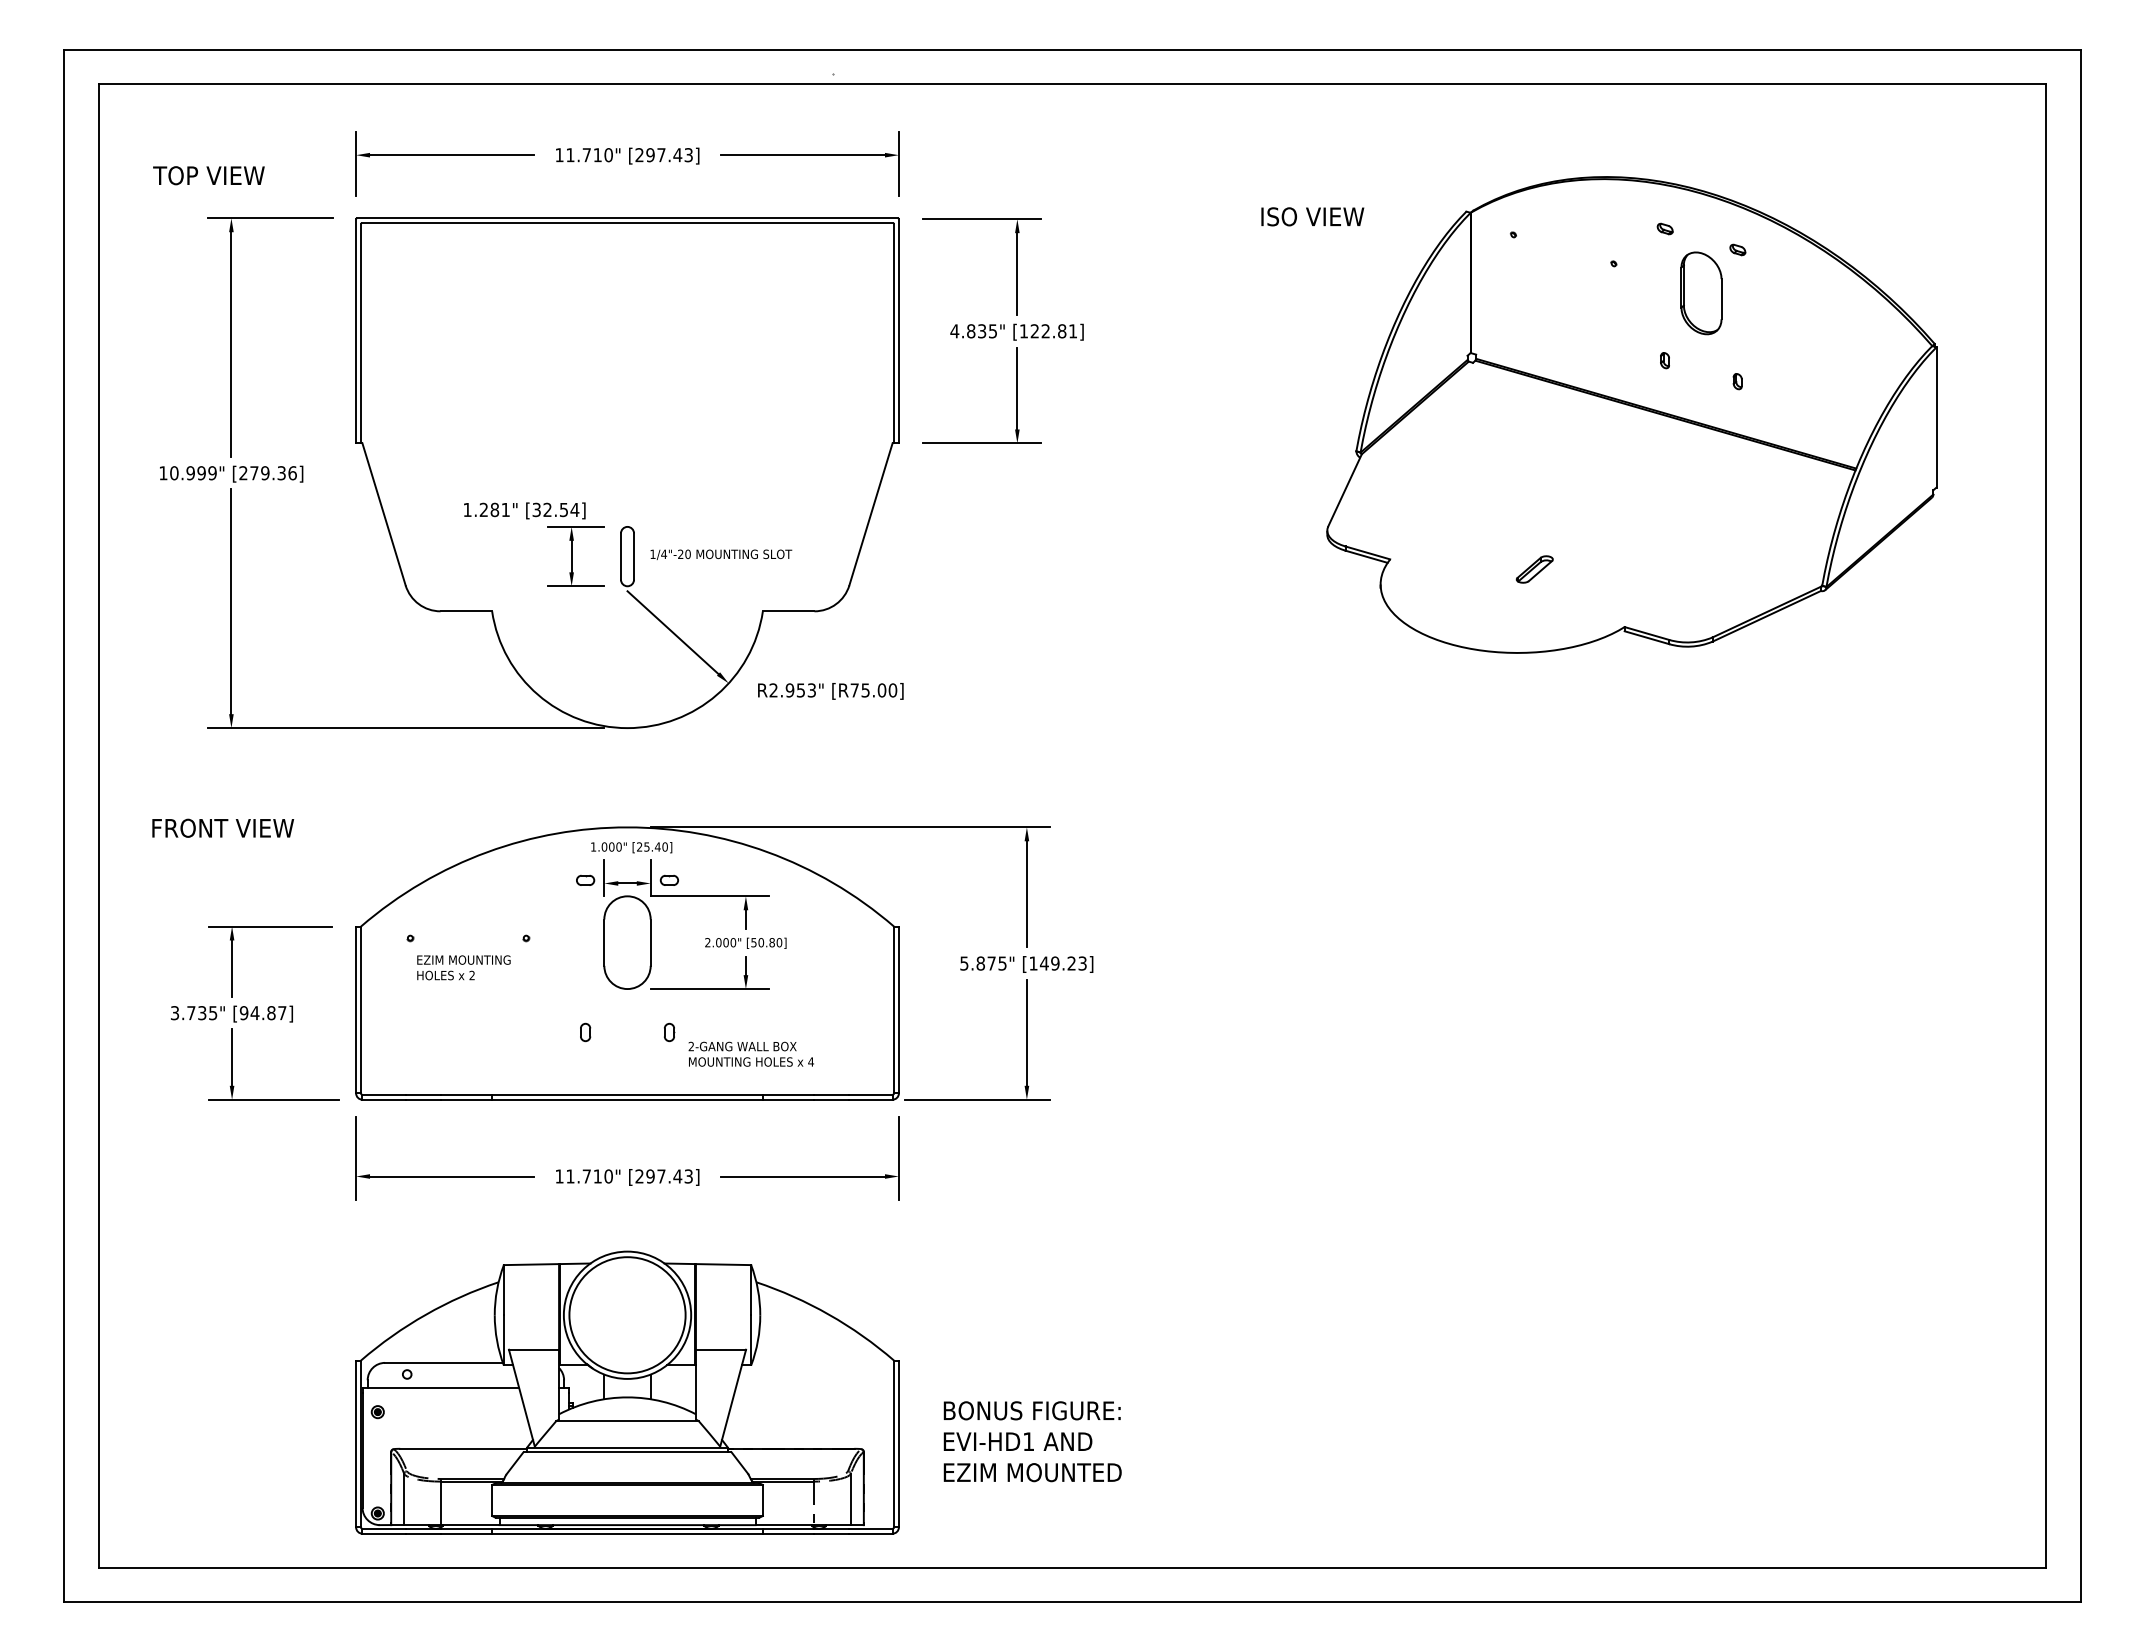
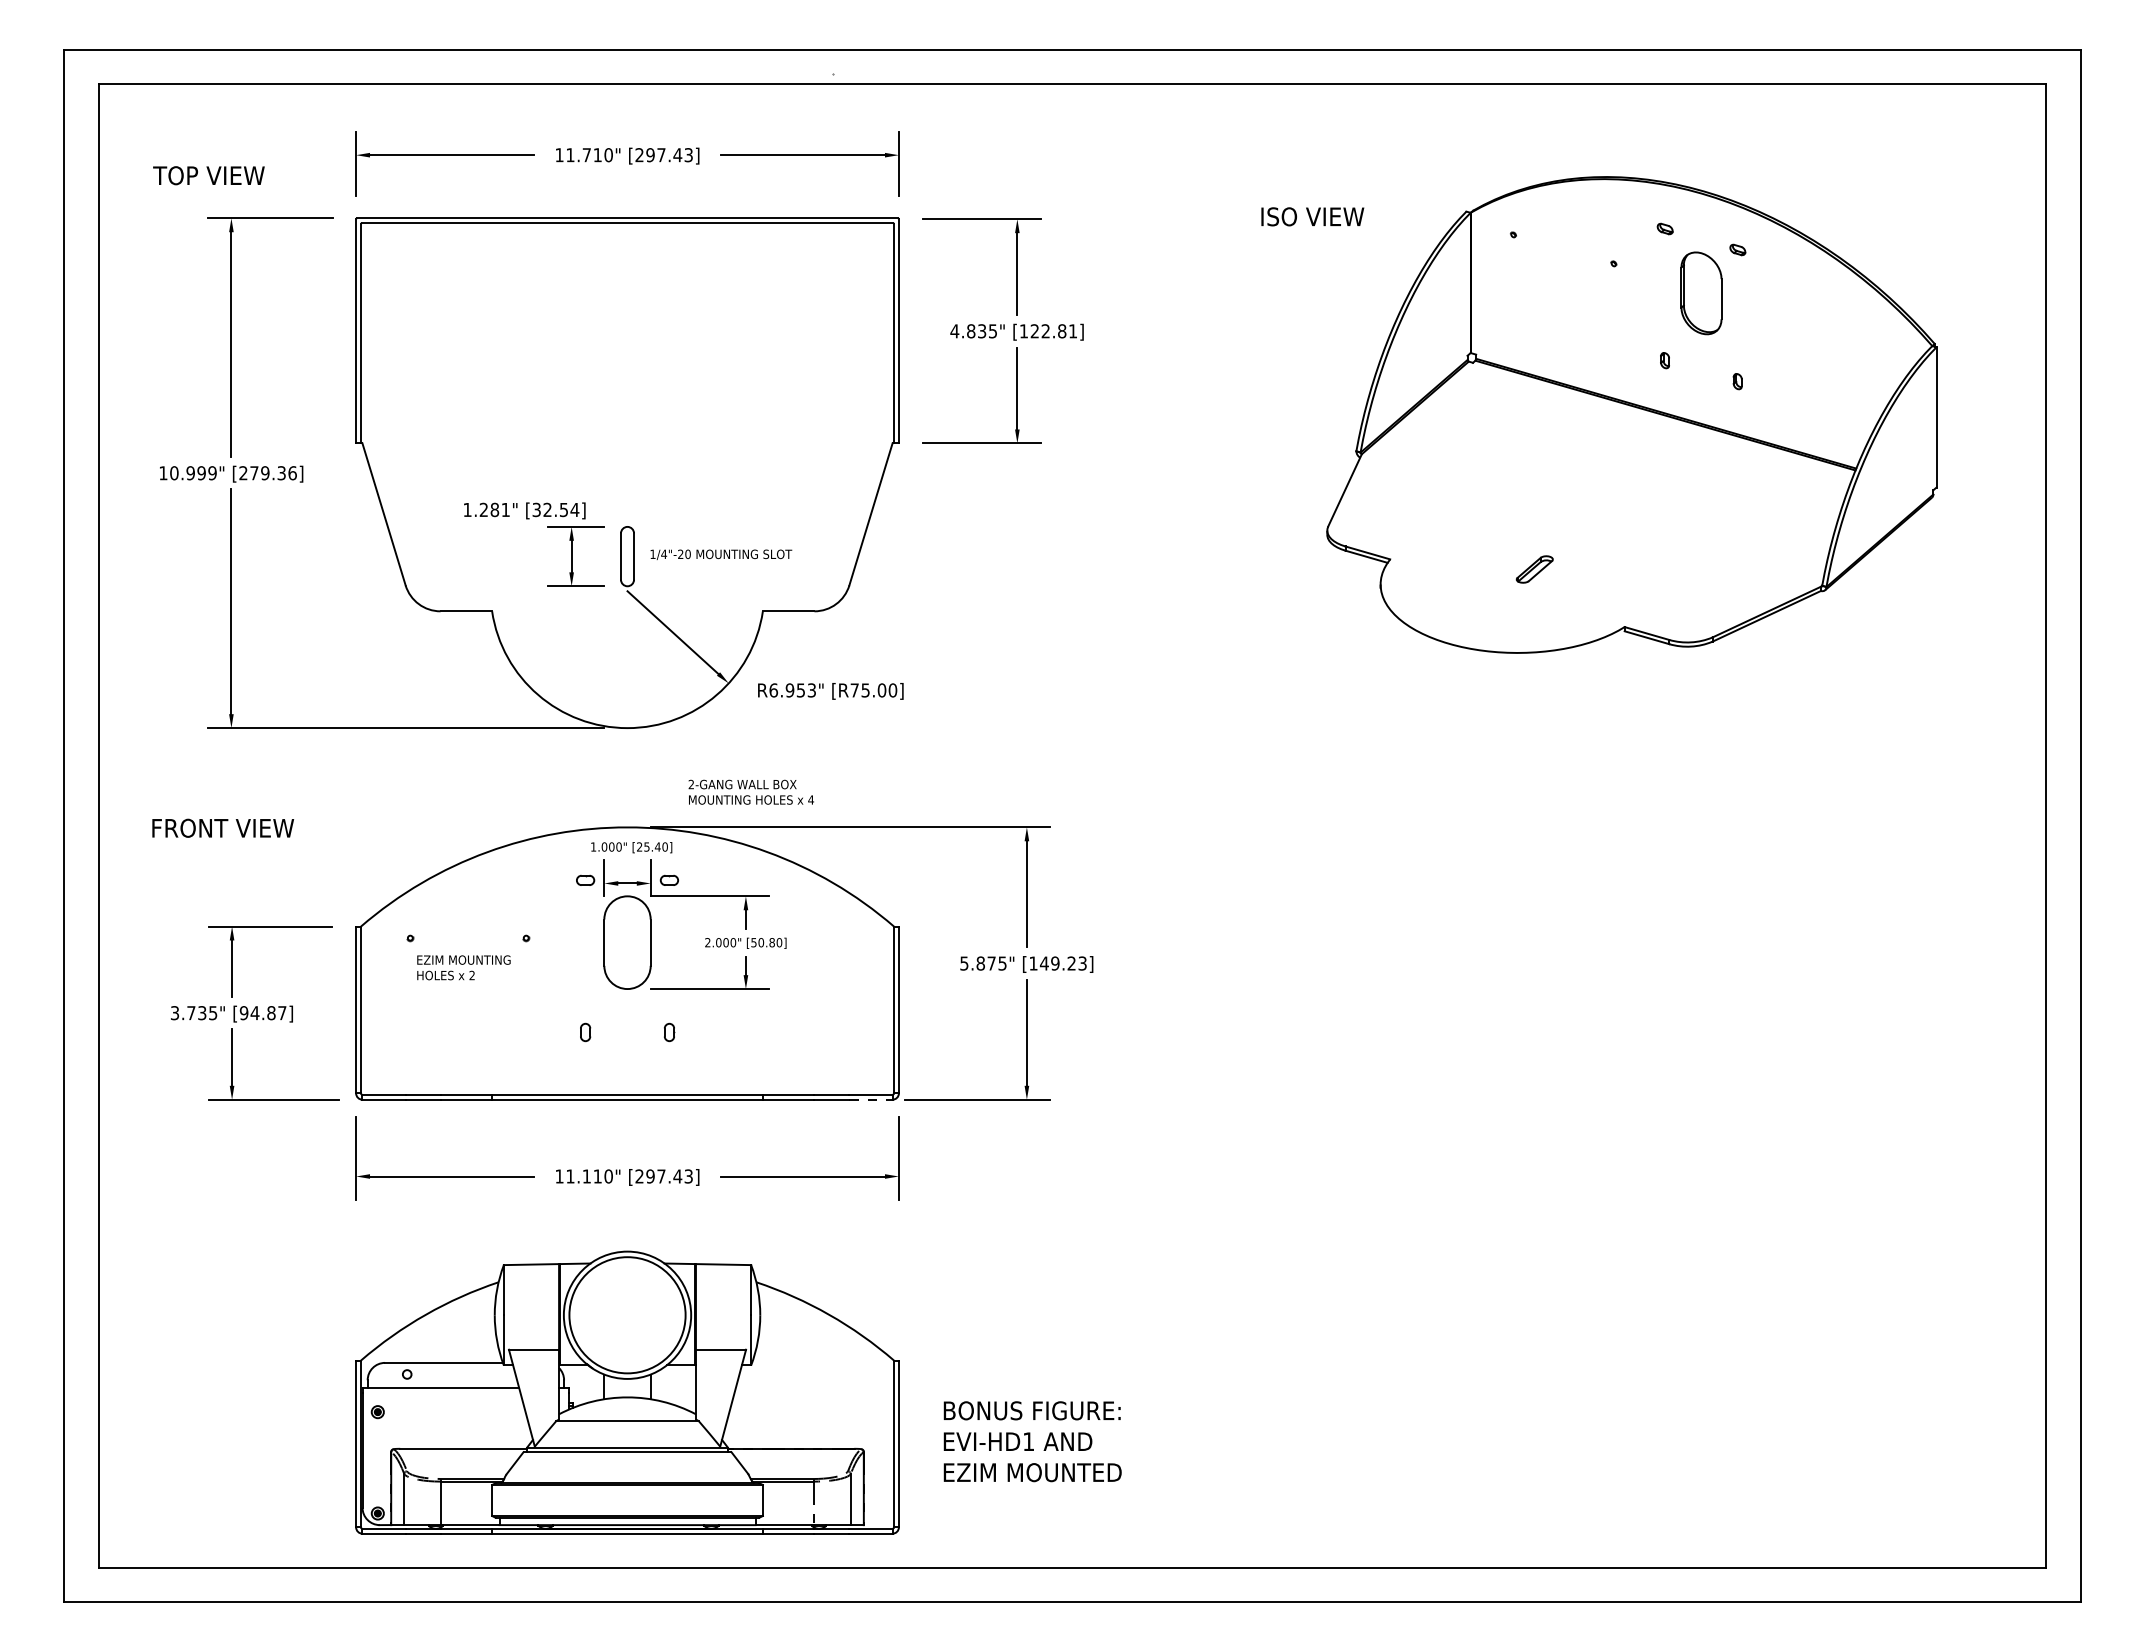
text at (773, 690): R2.953" -> R6.953"
text at (750, 1053) position: (750, 1053) -> (750, 791)
line at (870, 1099): solid -> dashed
text at (586, 1176): 11.710" -> 11.110"
